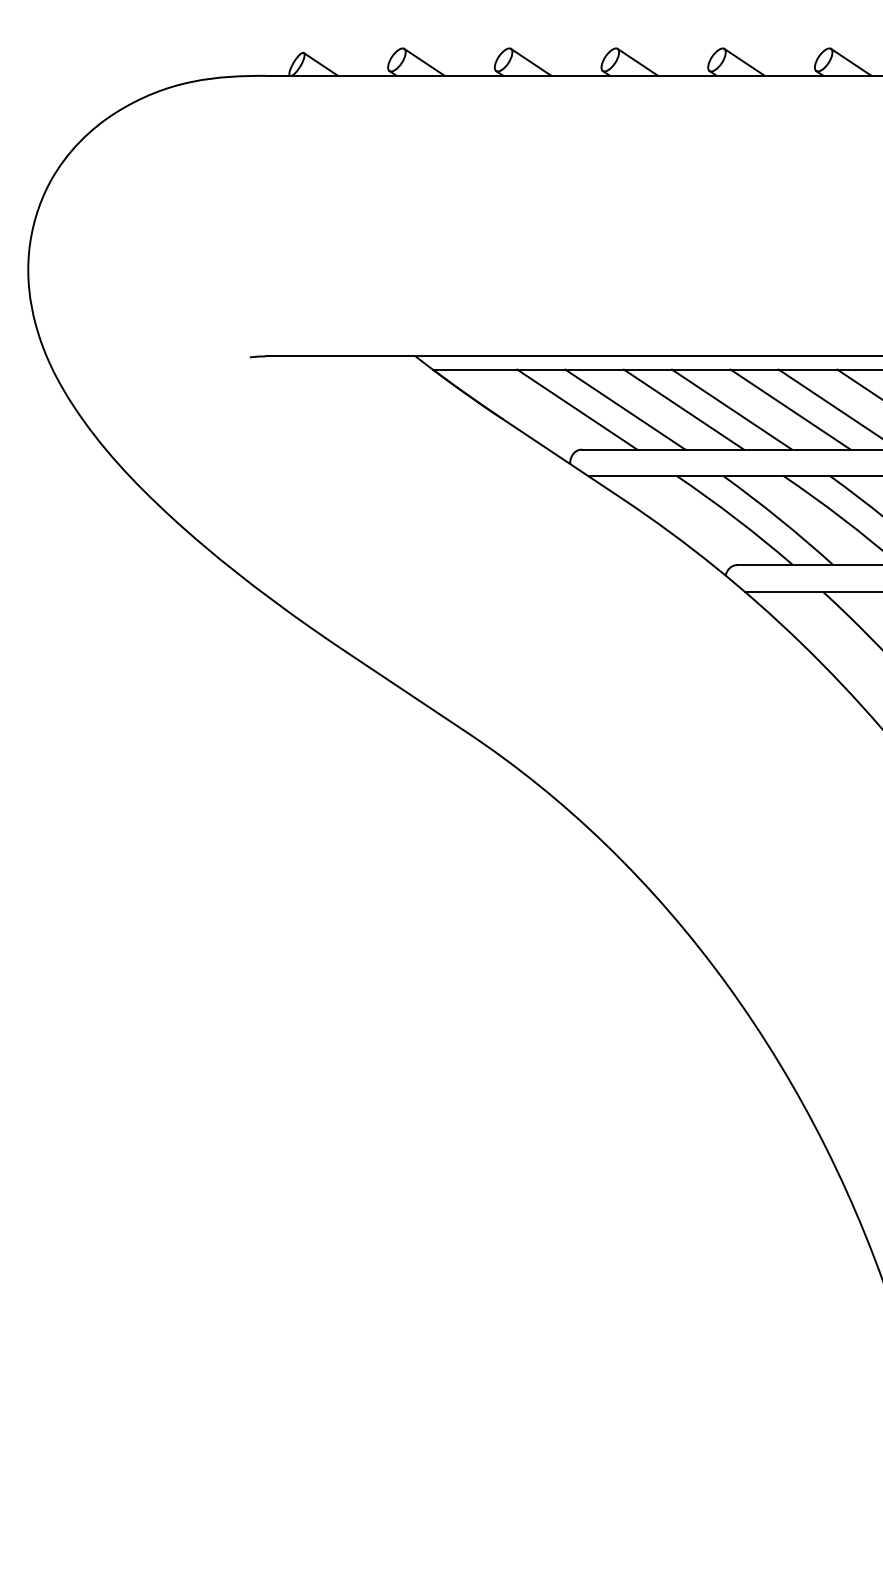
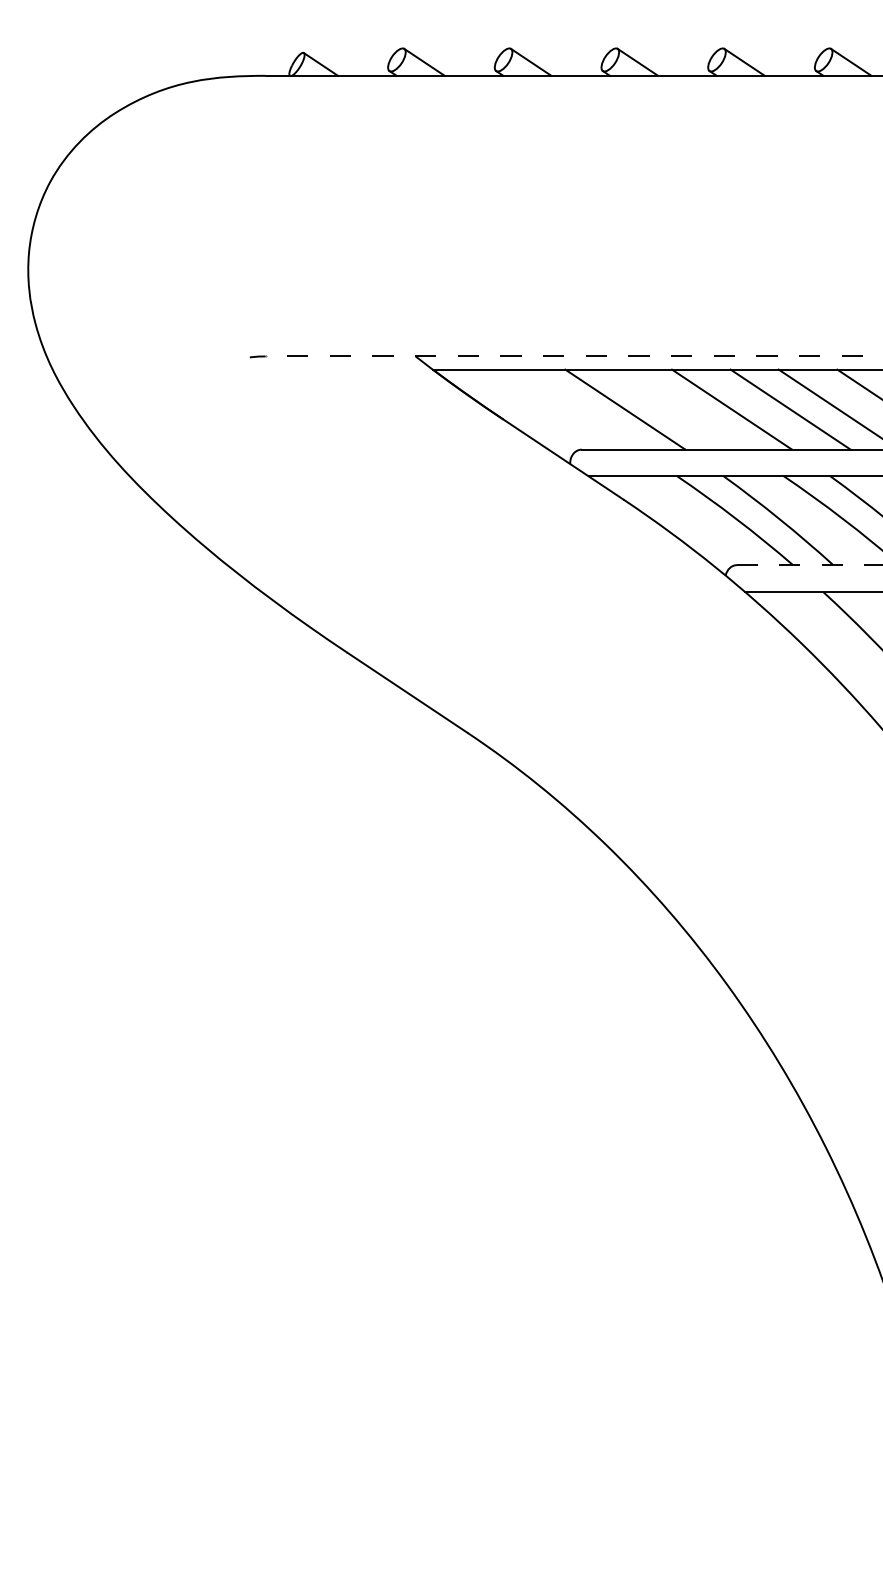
line at (573, 356): solid -> dashed
line at (577, 409): present -> none
line at (683, 409): present -> none
line at (809, 565): solid -> dashed
